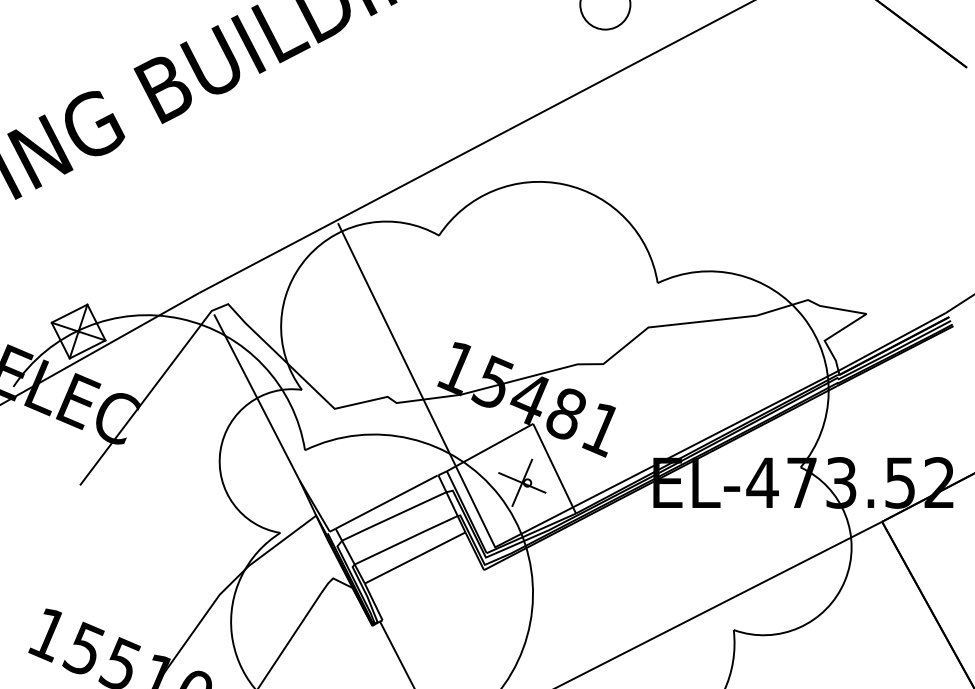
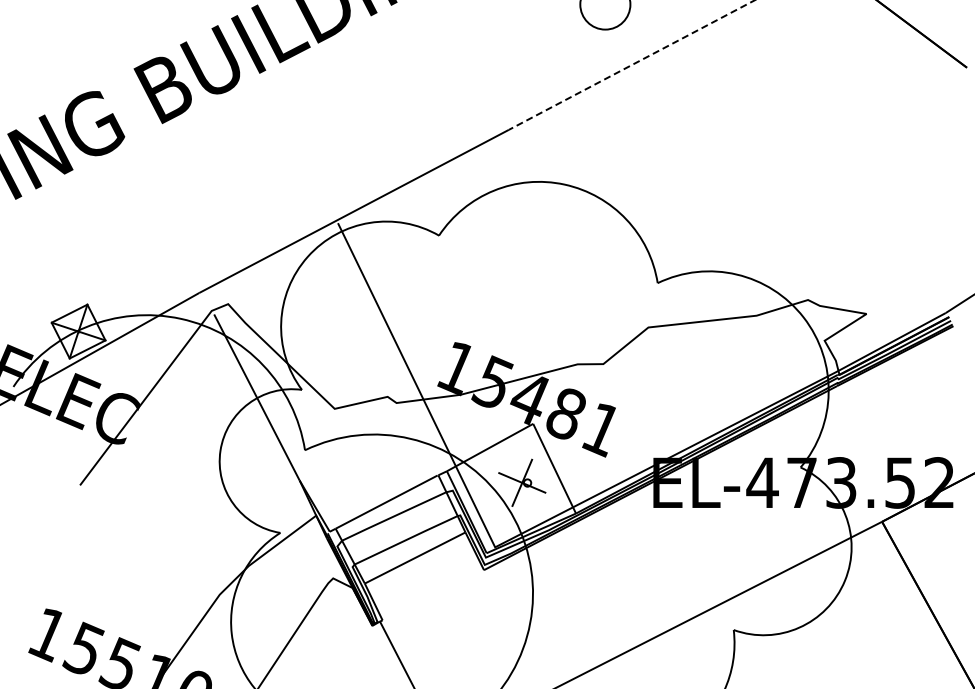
line at (631, 65): solid -> dashed
